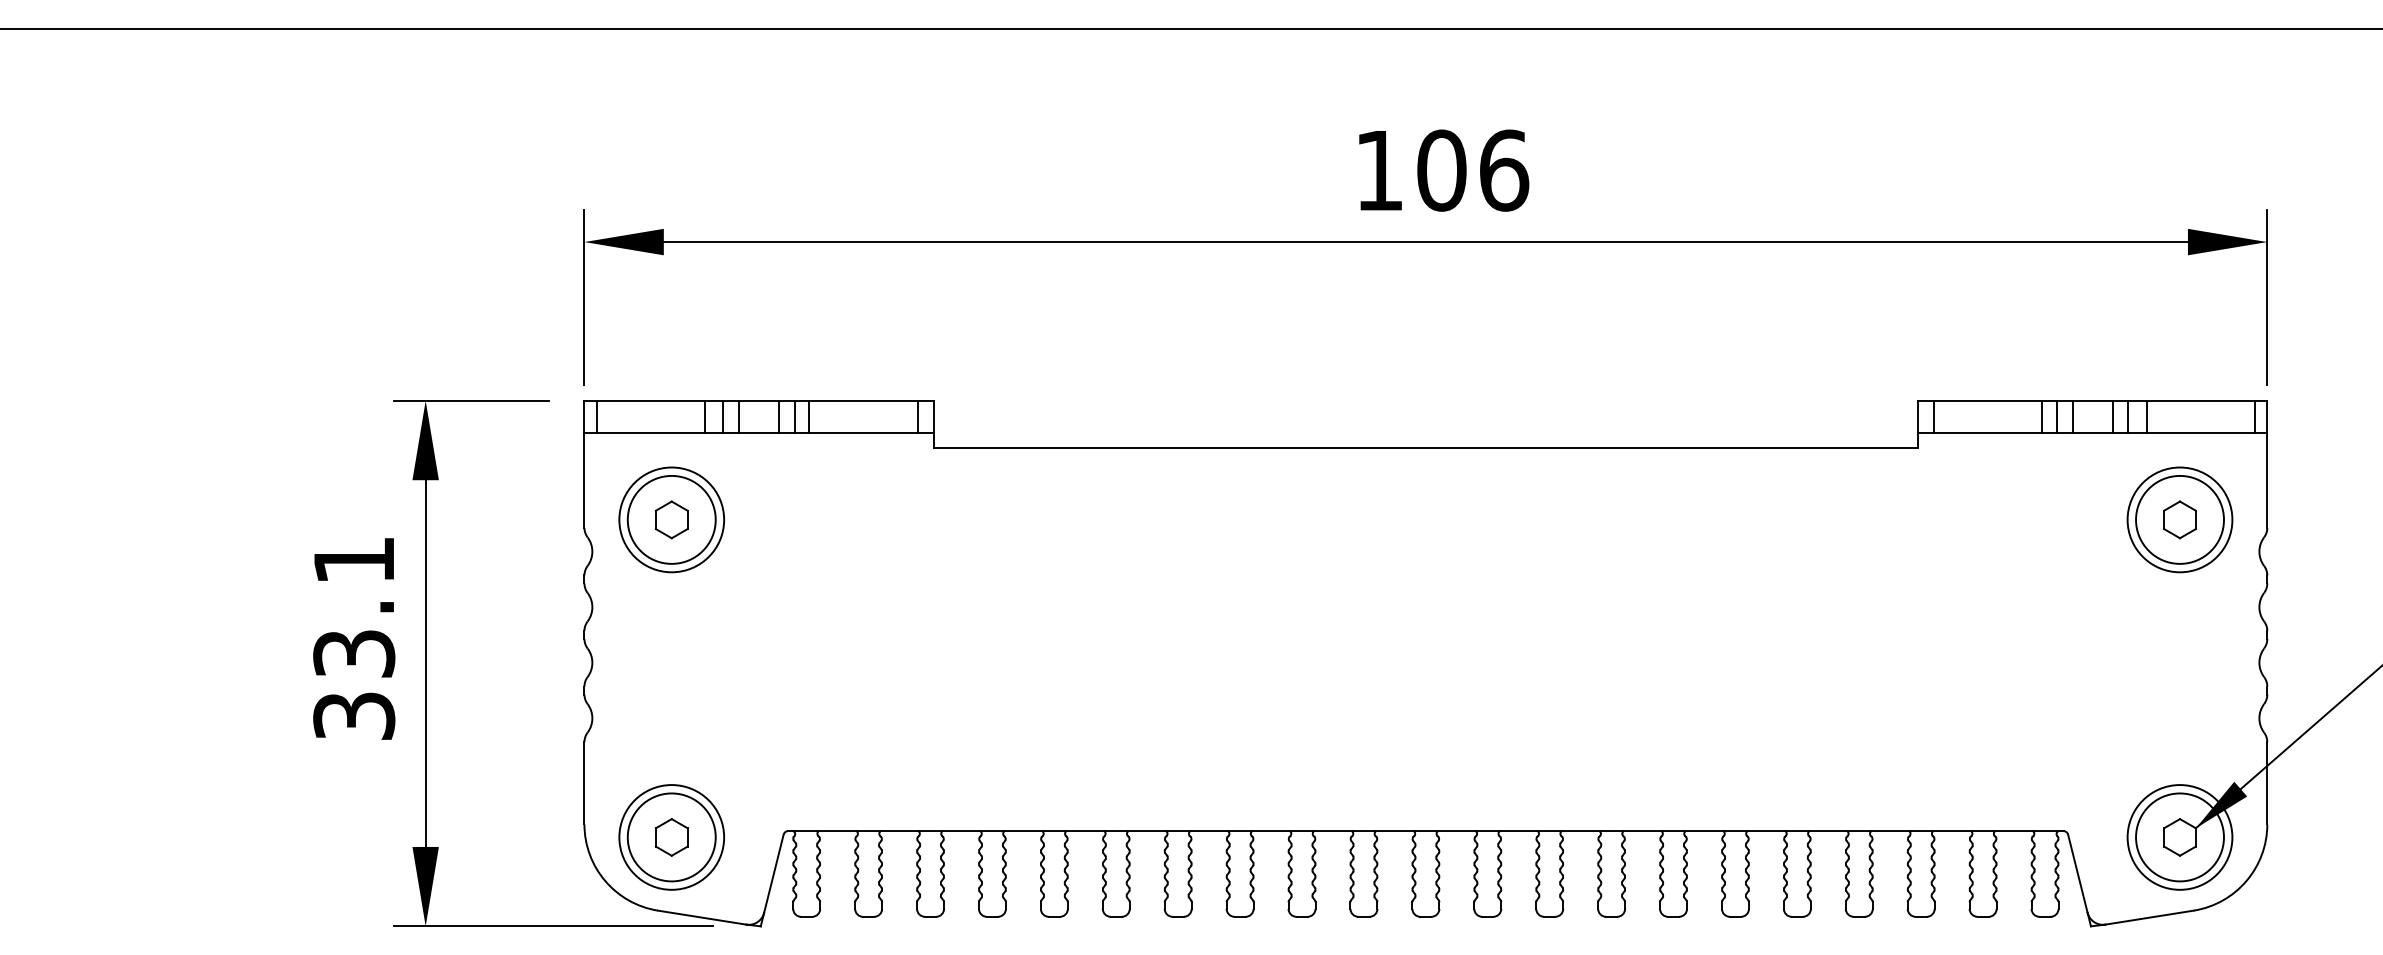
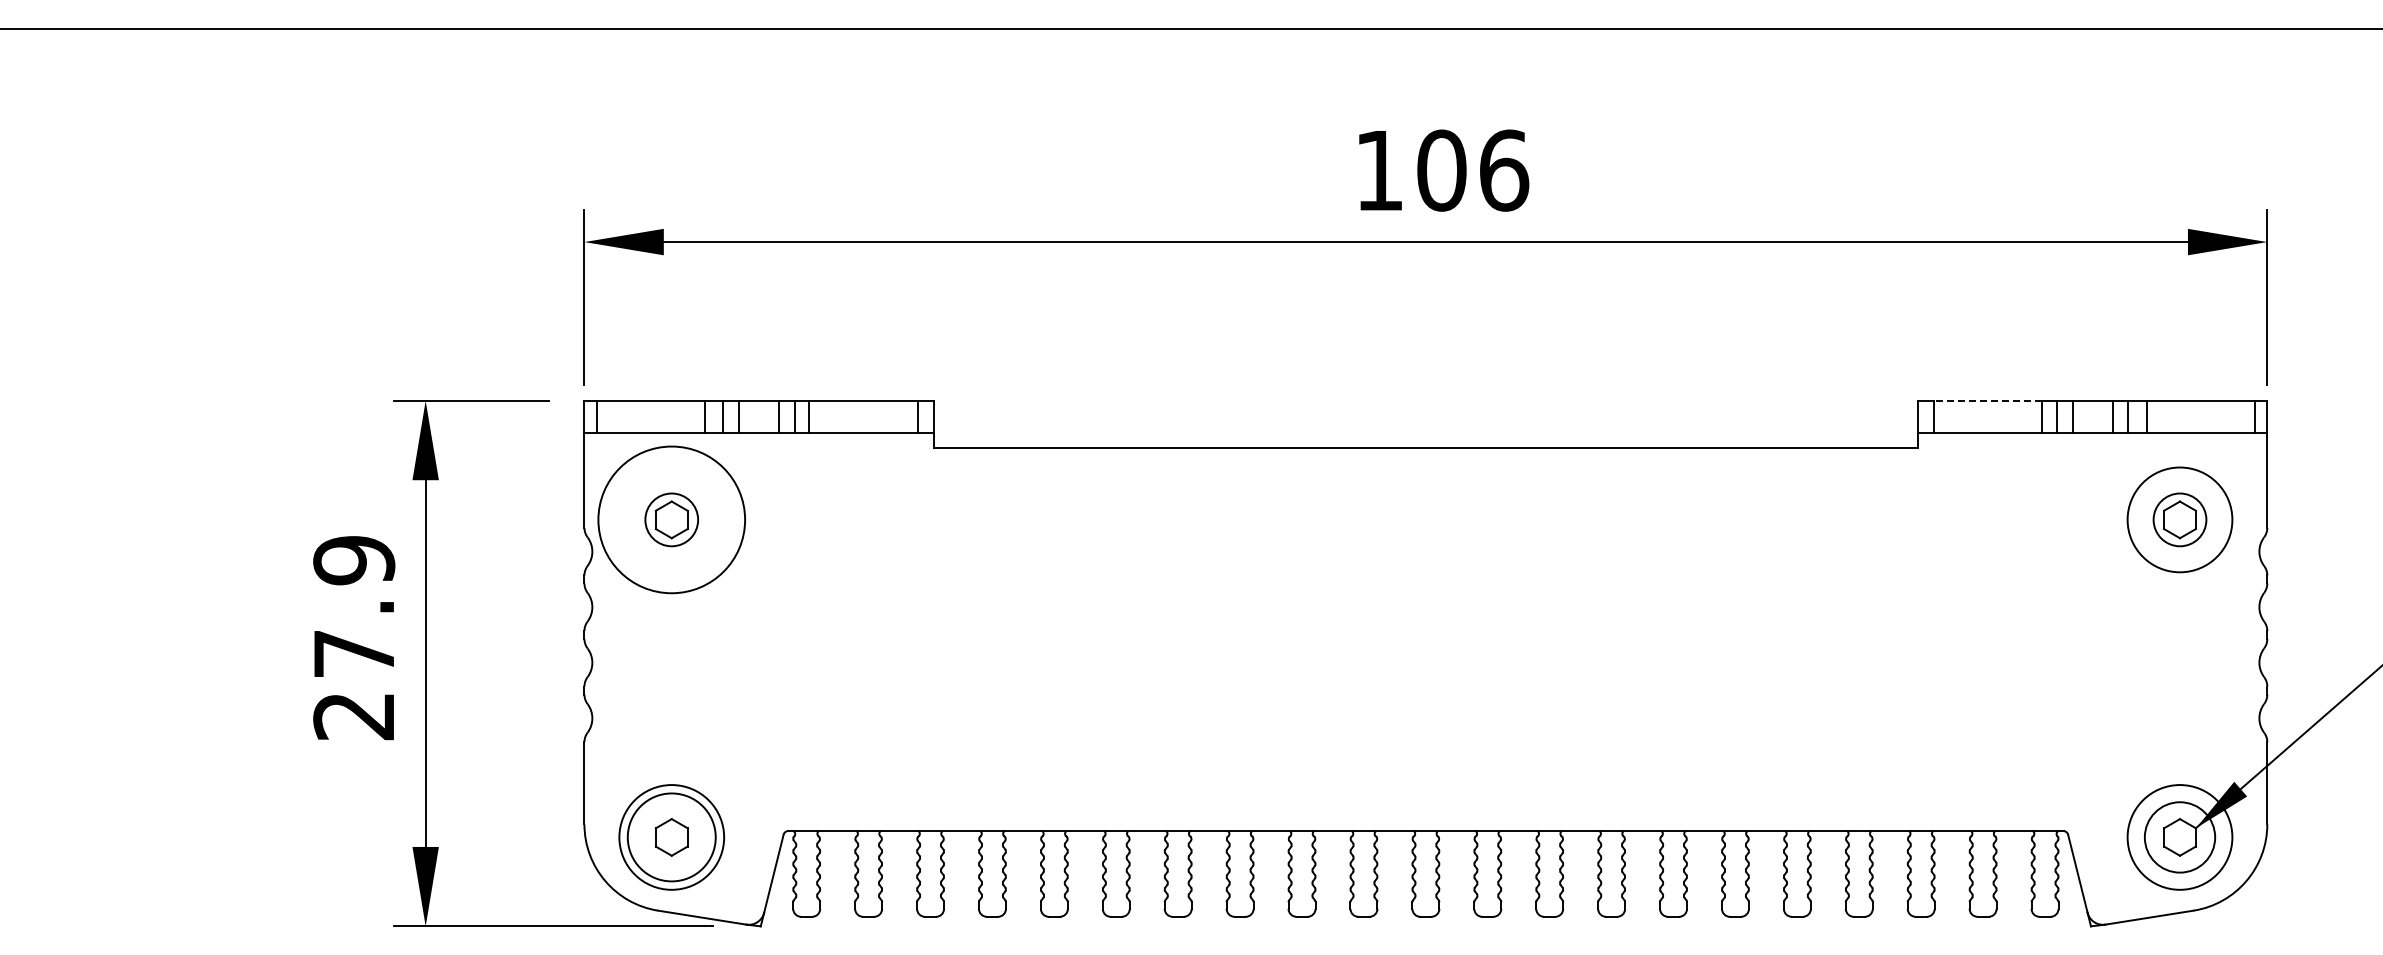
line at (1987, 400): solid -> dashed
circle at (671, 519) diameter: 105 px -> 147 px
circle at (671, 519) diameter: 88 px -> 53 px
circle at (2179, 519) diameter: 88 px -> 53 px
text at (354, 638): 33.1 -> 27.9
circle at (2179, 837) diameter: 88 px -> 70 px
